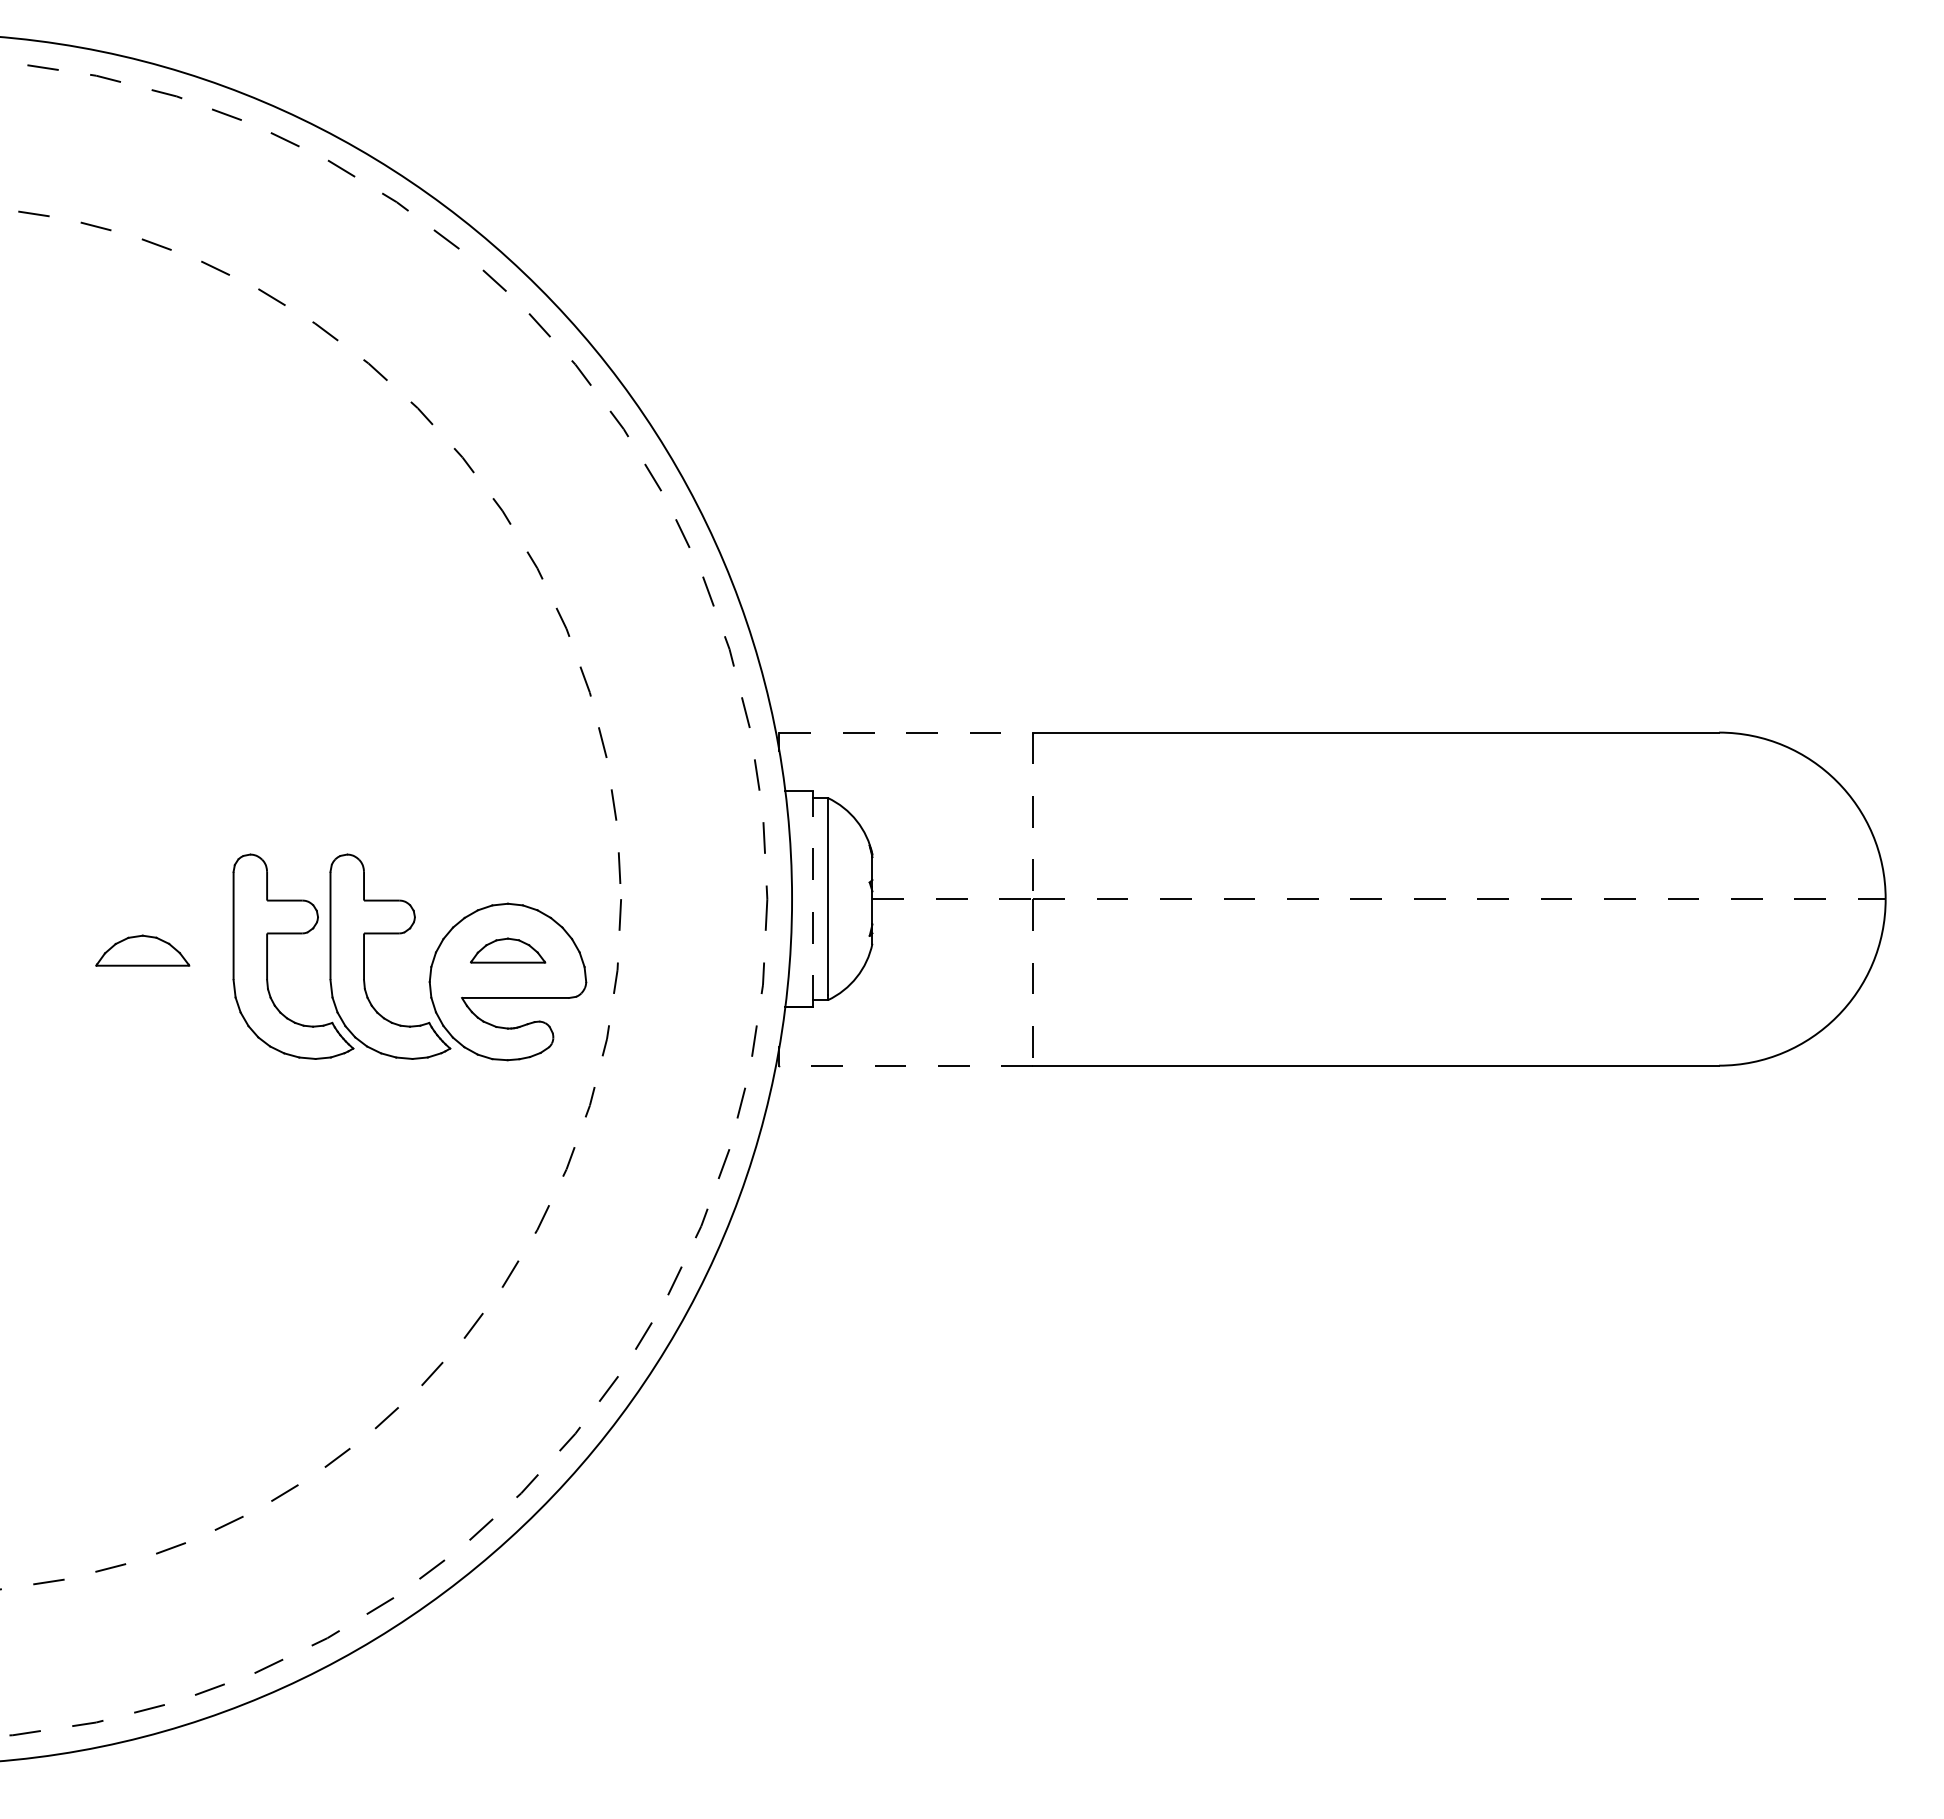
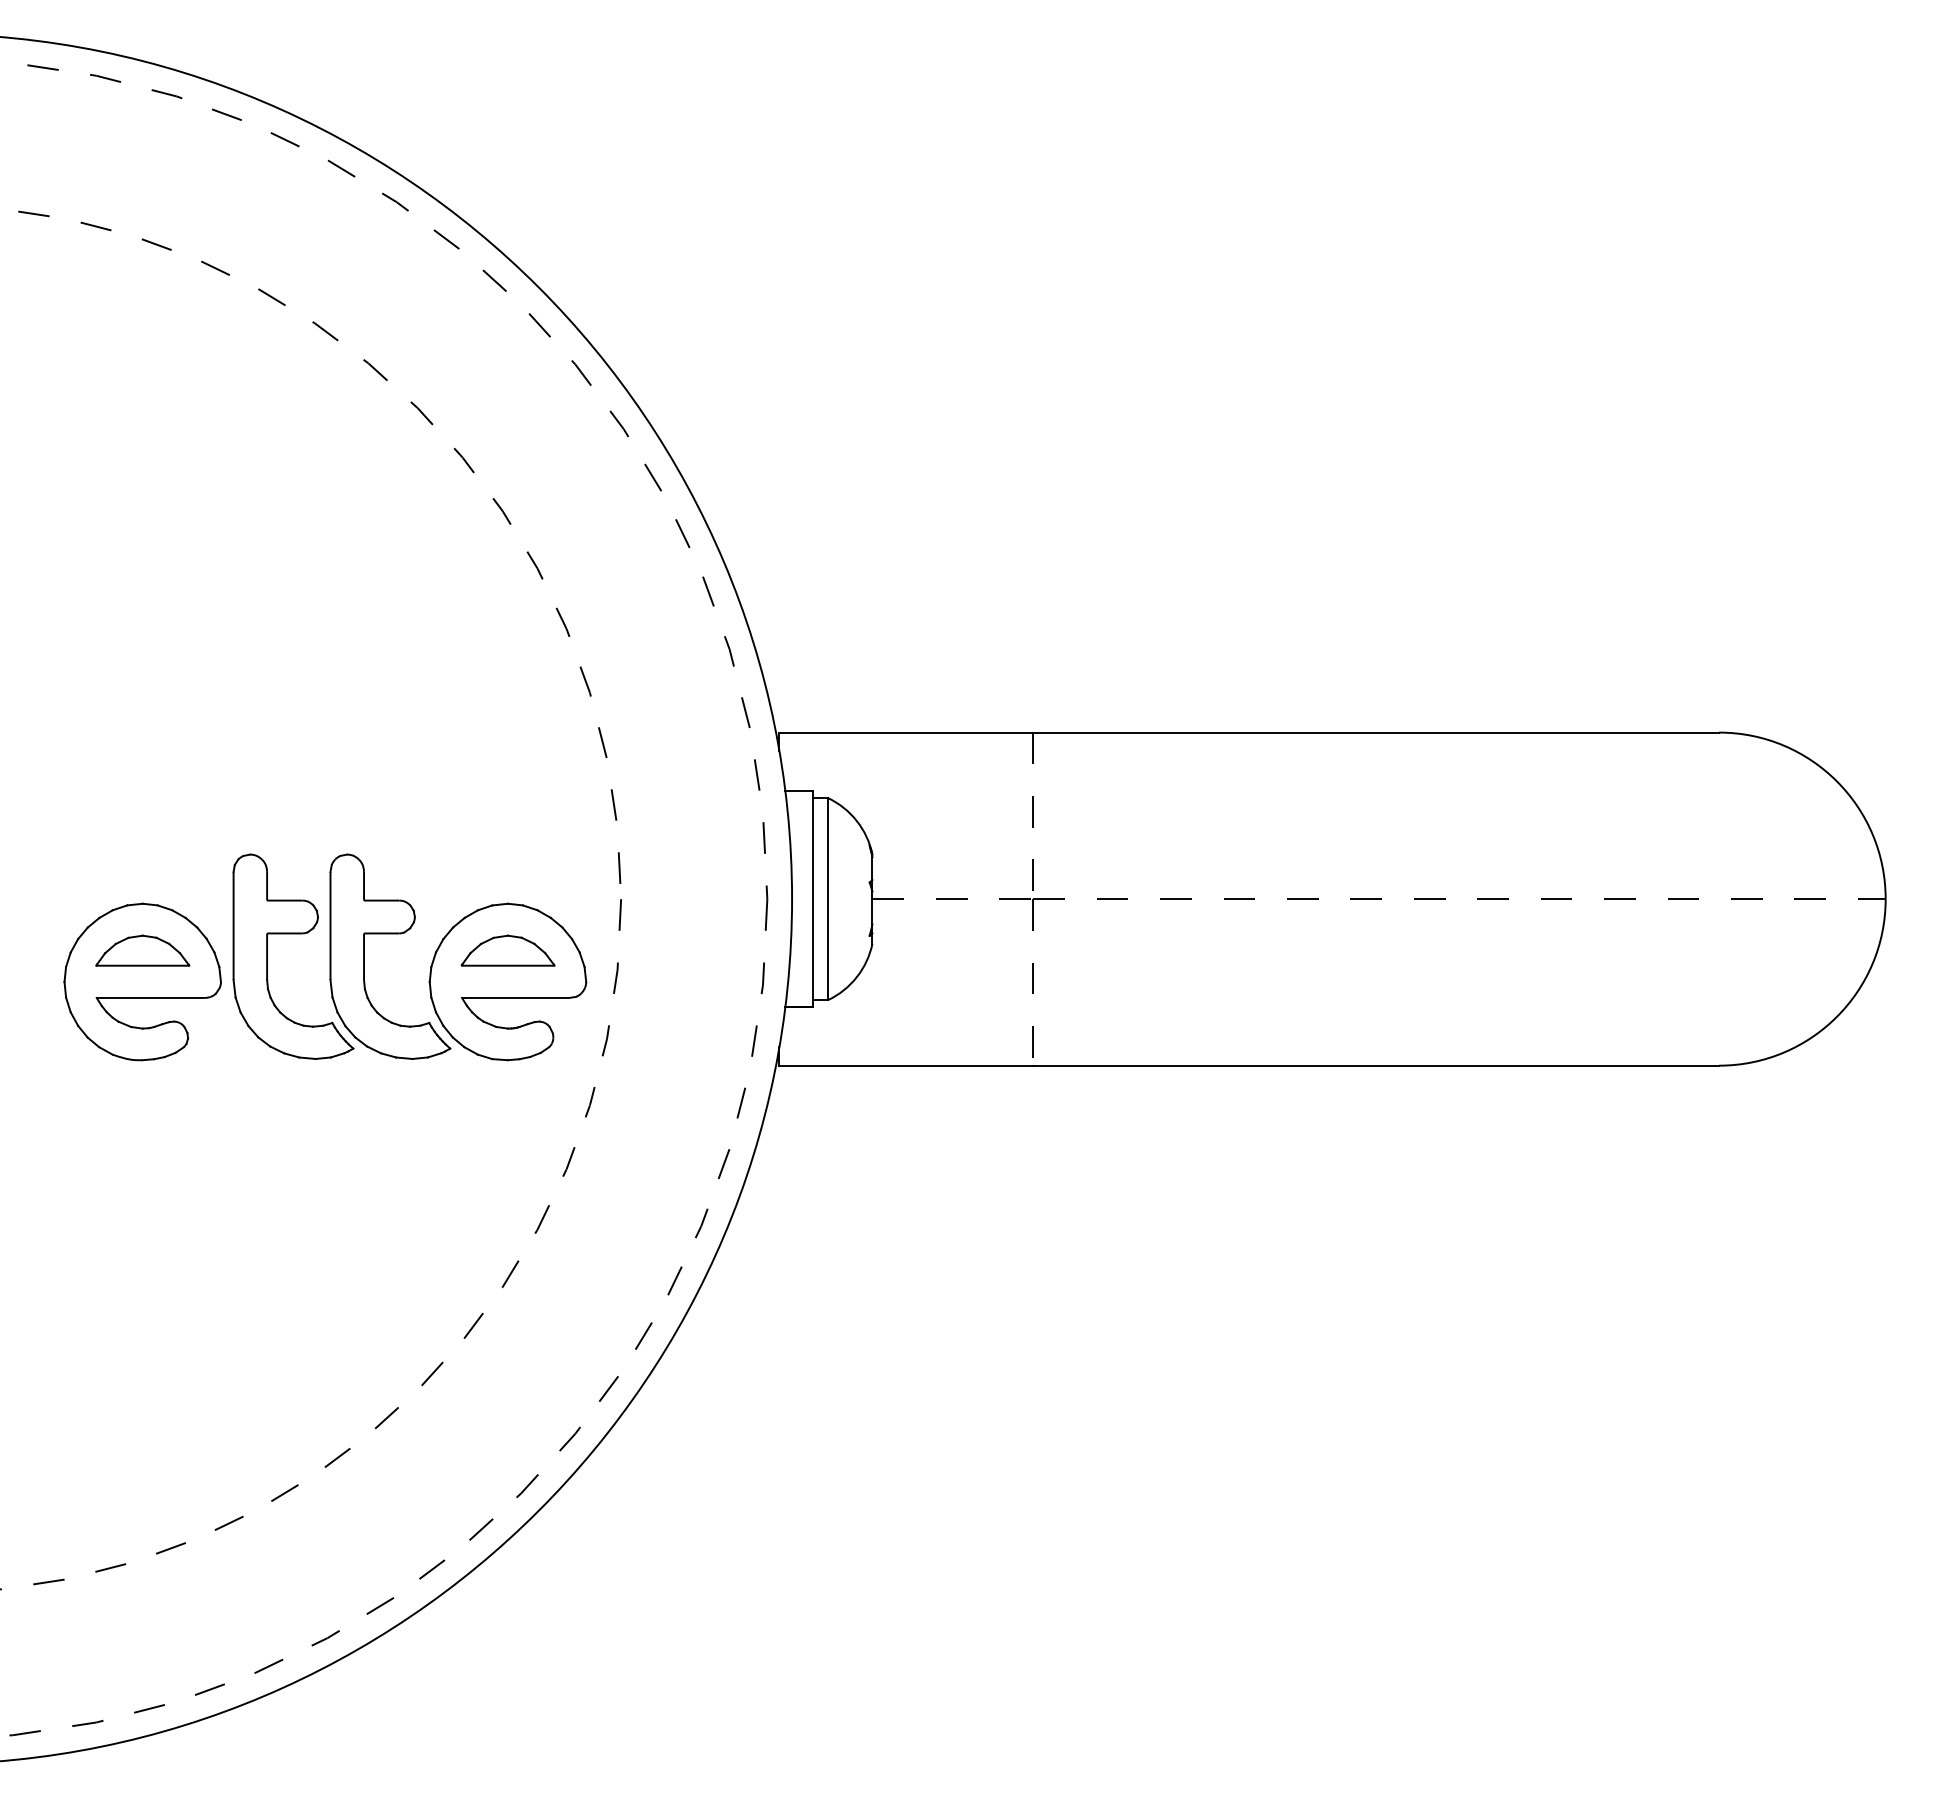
line at (906, 732): dashed -> solid
line at (812, 899): dashed -> solid
part at (508, 950) size: 77x27 px -> 96x33 px
part at (142, 981): none -> present
line at (906, 1065): dashed -> solid
